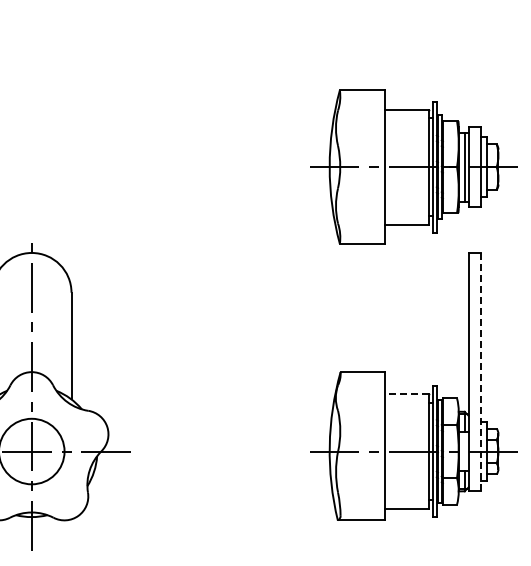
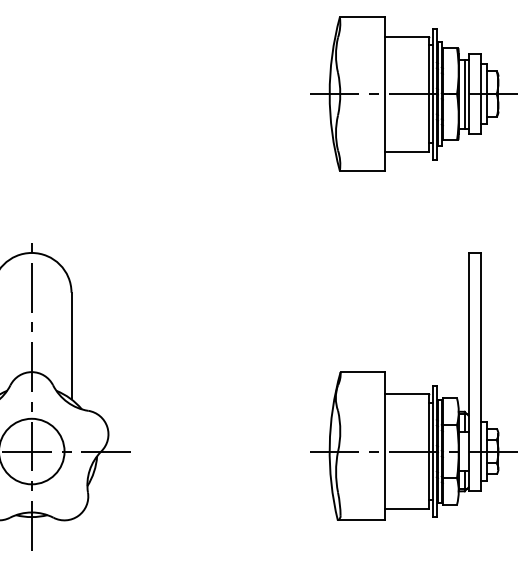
part at (413, 166) position: (413, 166) -> (413, 93)
line at (480, 372): dashed -> solid
line at (407, 393): dashed -> solid
